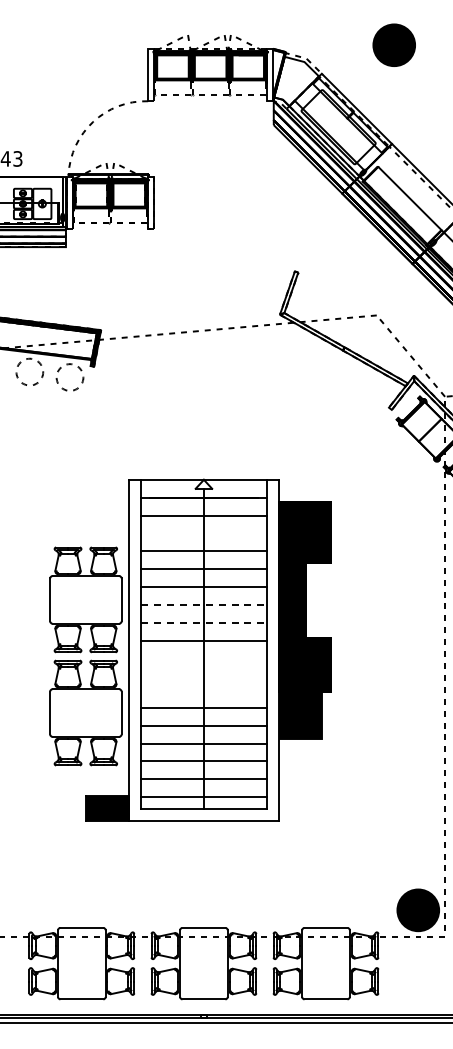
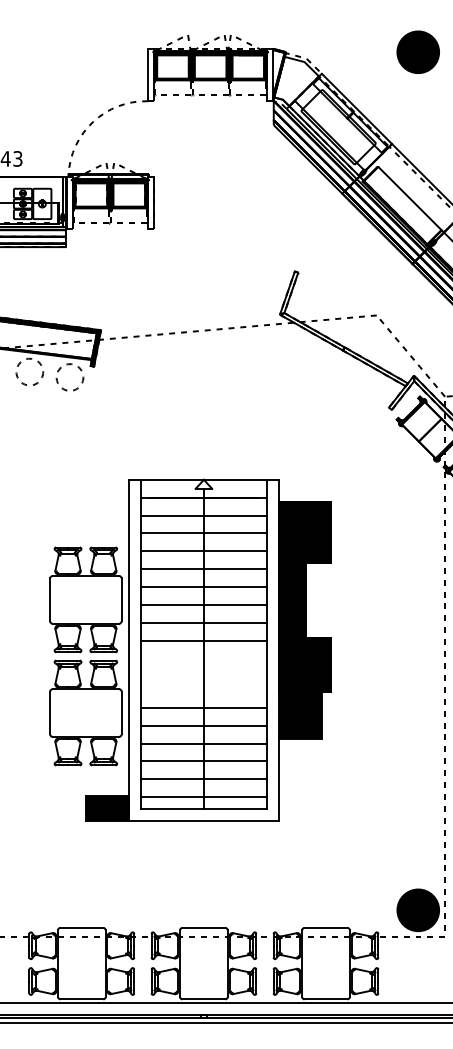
part at (393, 44) position: (393, 44) -> (417, 51)
line at (203, 533): none -> present
line at (204, 604): dashed -> solid
line at (204, 622): dashed -> solid
line at (225, 1002): none -> present
